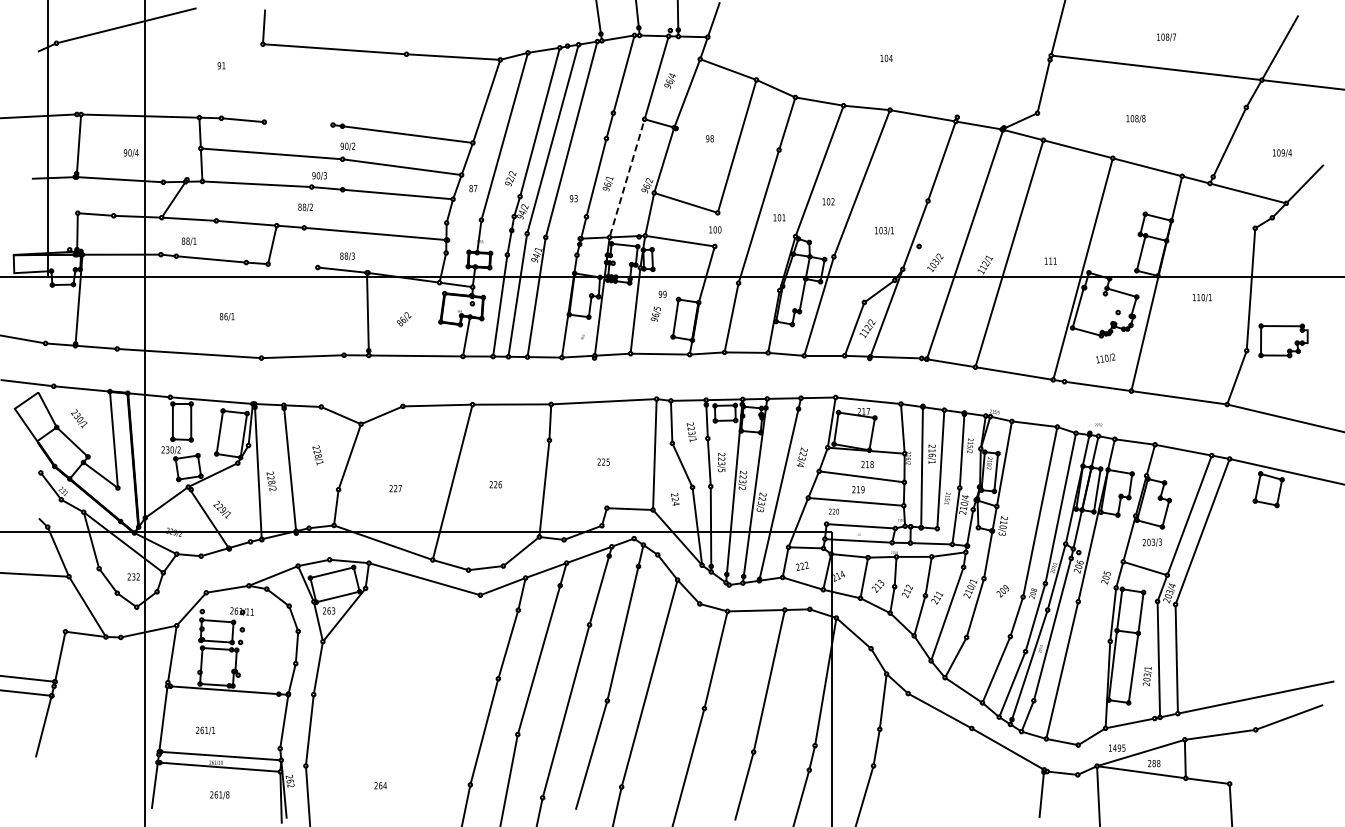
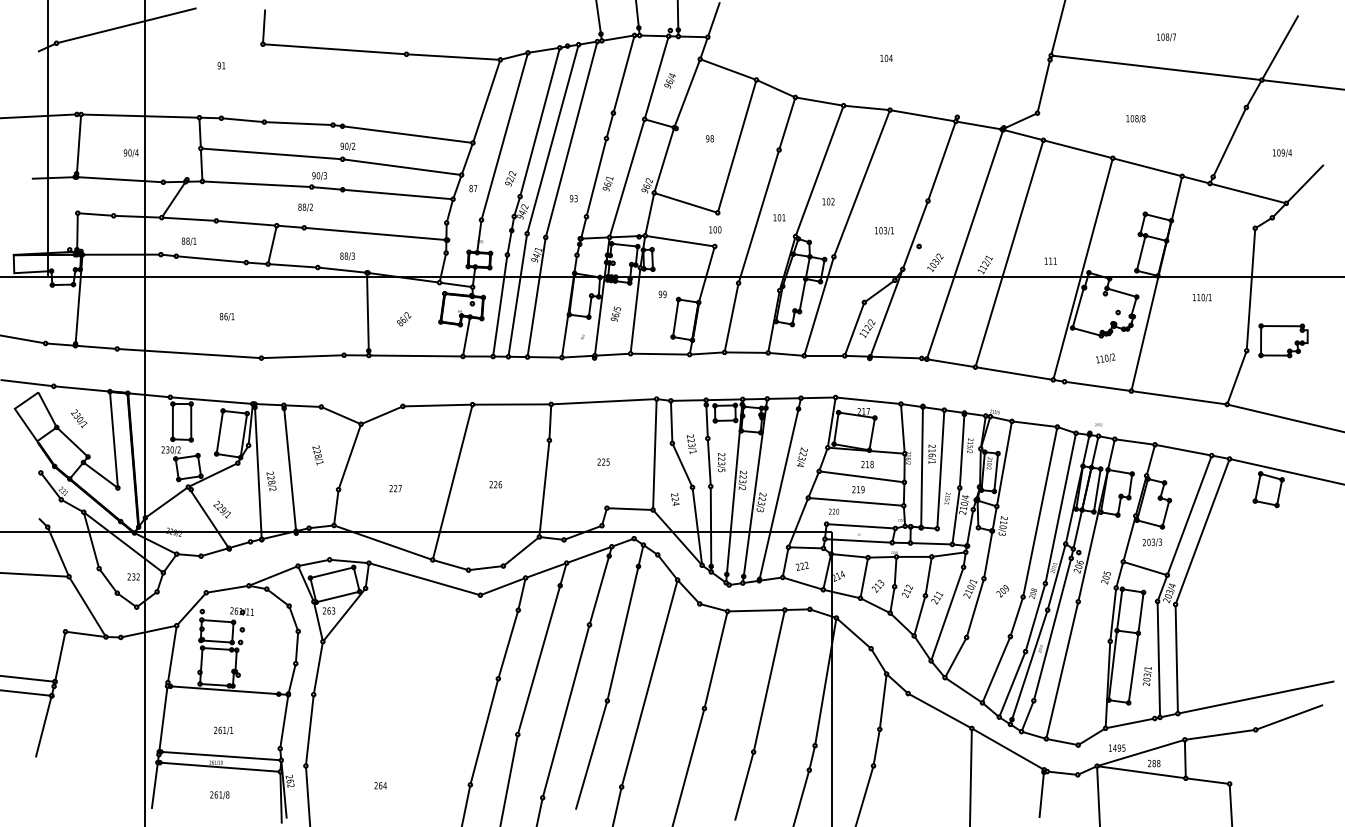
line at (298, 123): none -> present
line at (627, 178): dashed -> solid
line at (292, 265): none -> present
text at (655, 313) position: (655, 313) -> (615, 313)
text at (691, 432) position: (691, 432) -> (691, 444)
text at (205, 730) position: (205, 730) -> (223, 730)
line at (970, 776): none -> present
